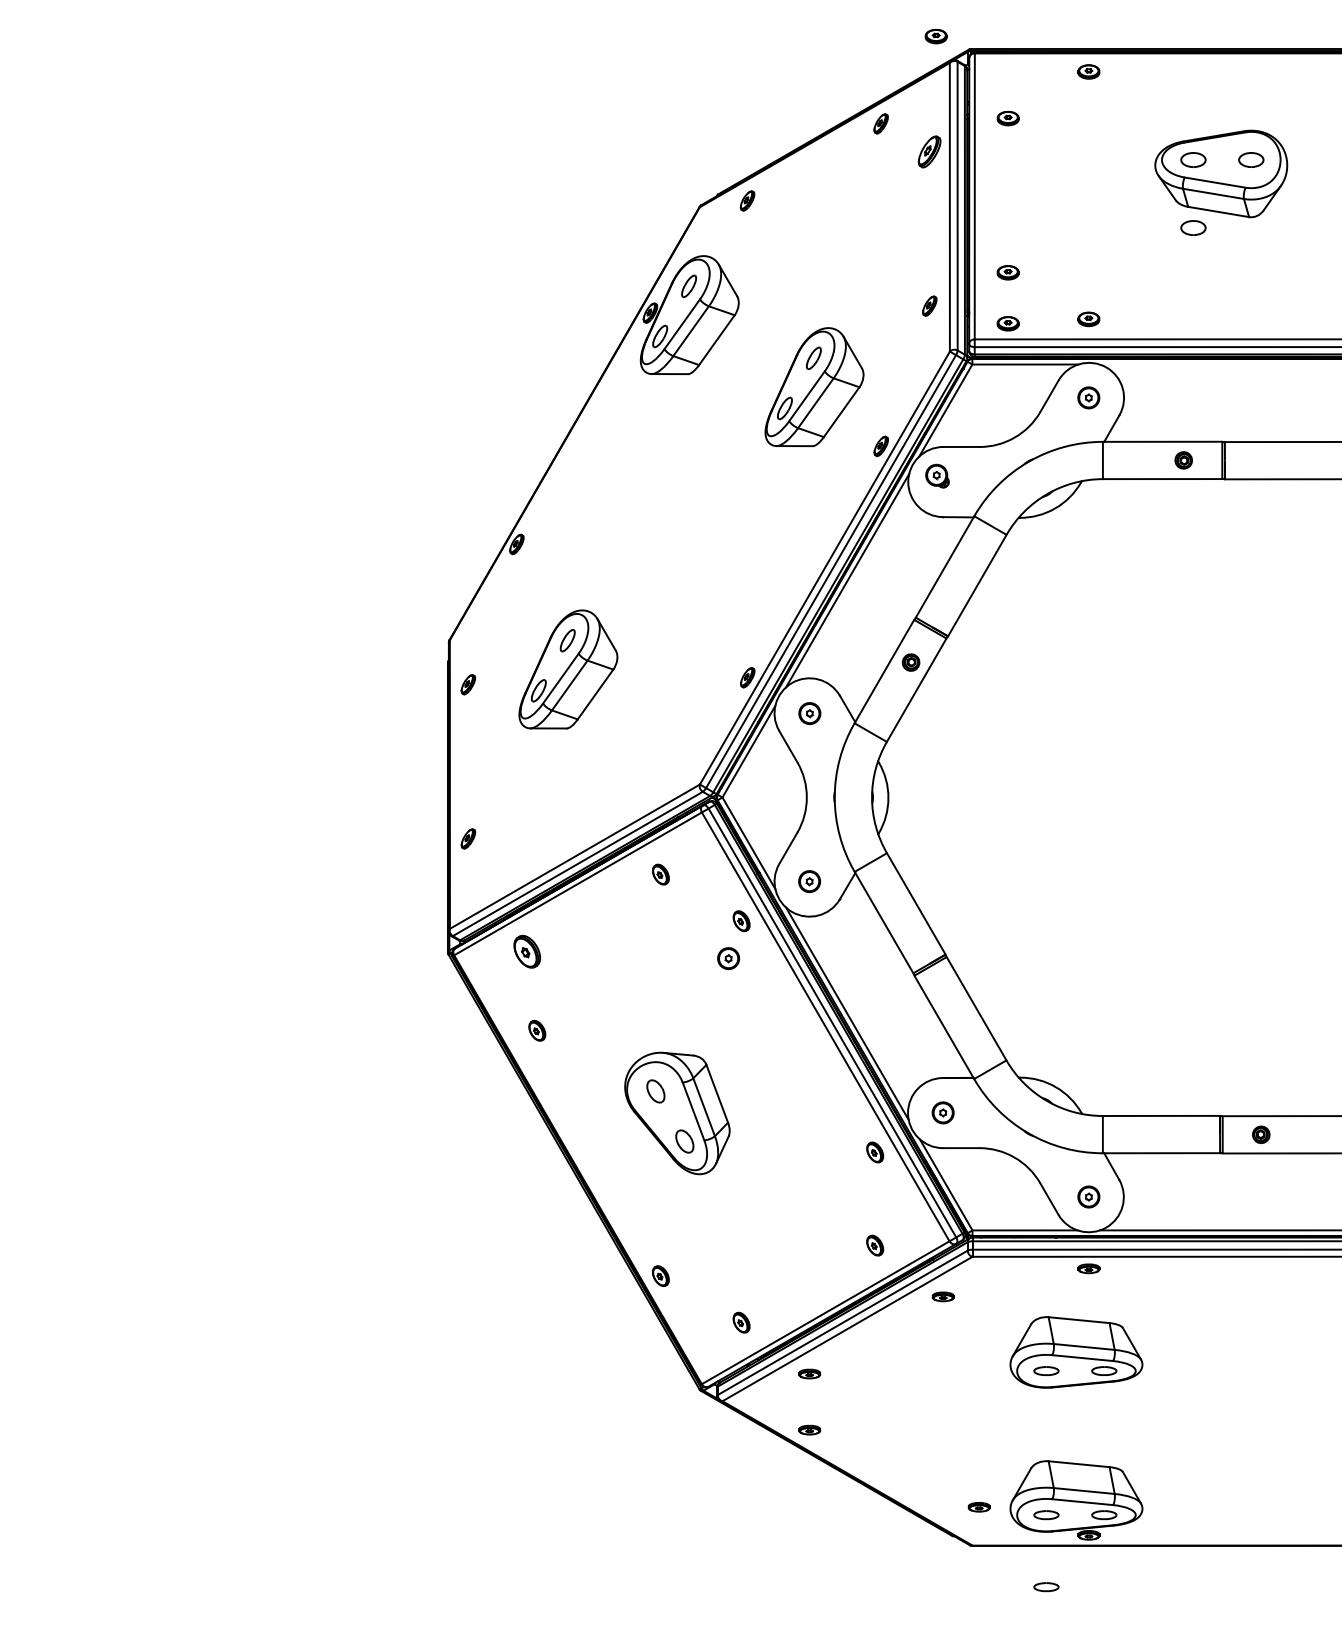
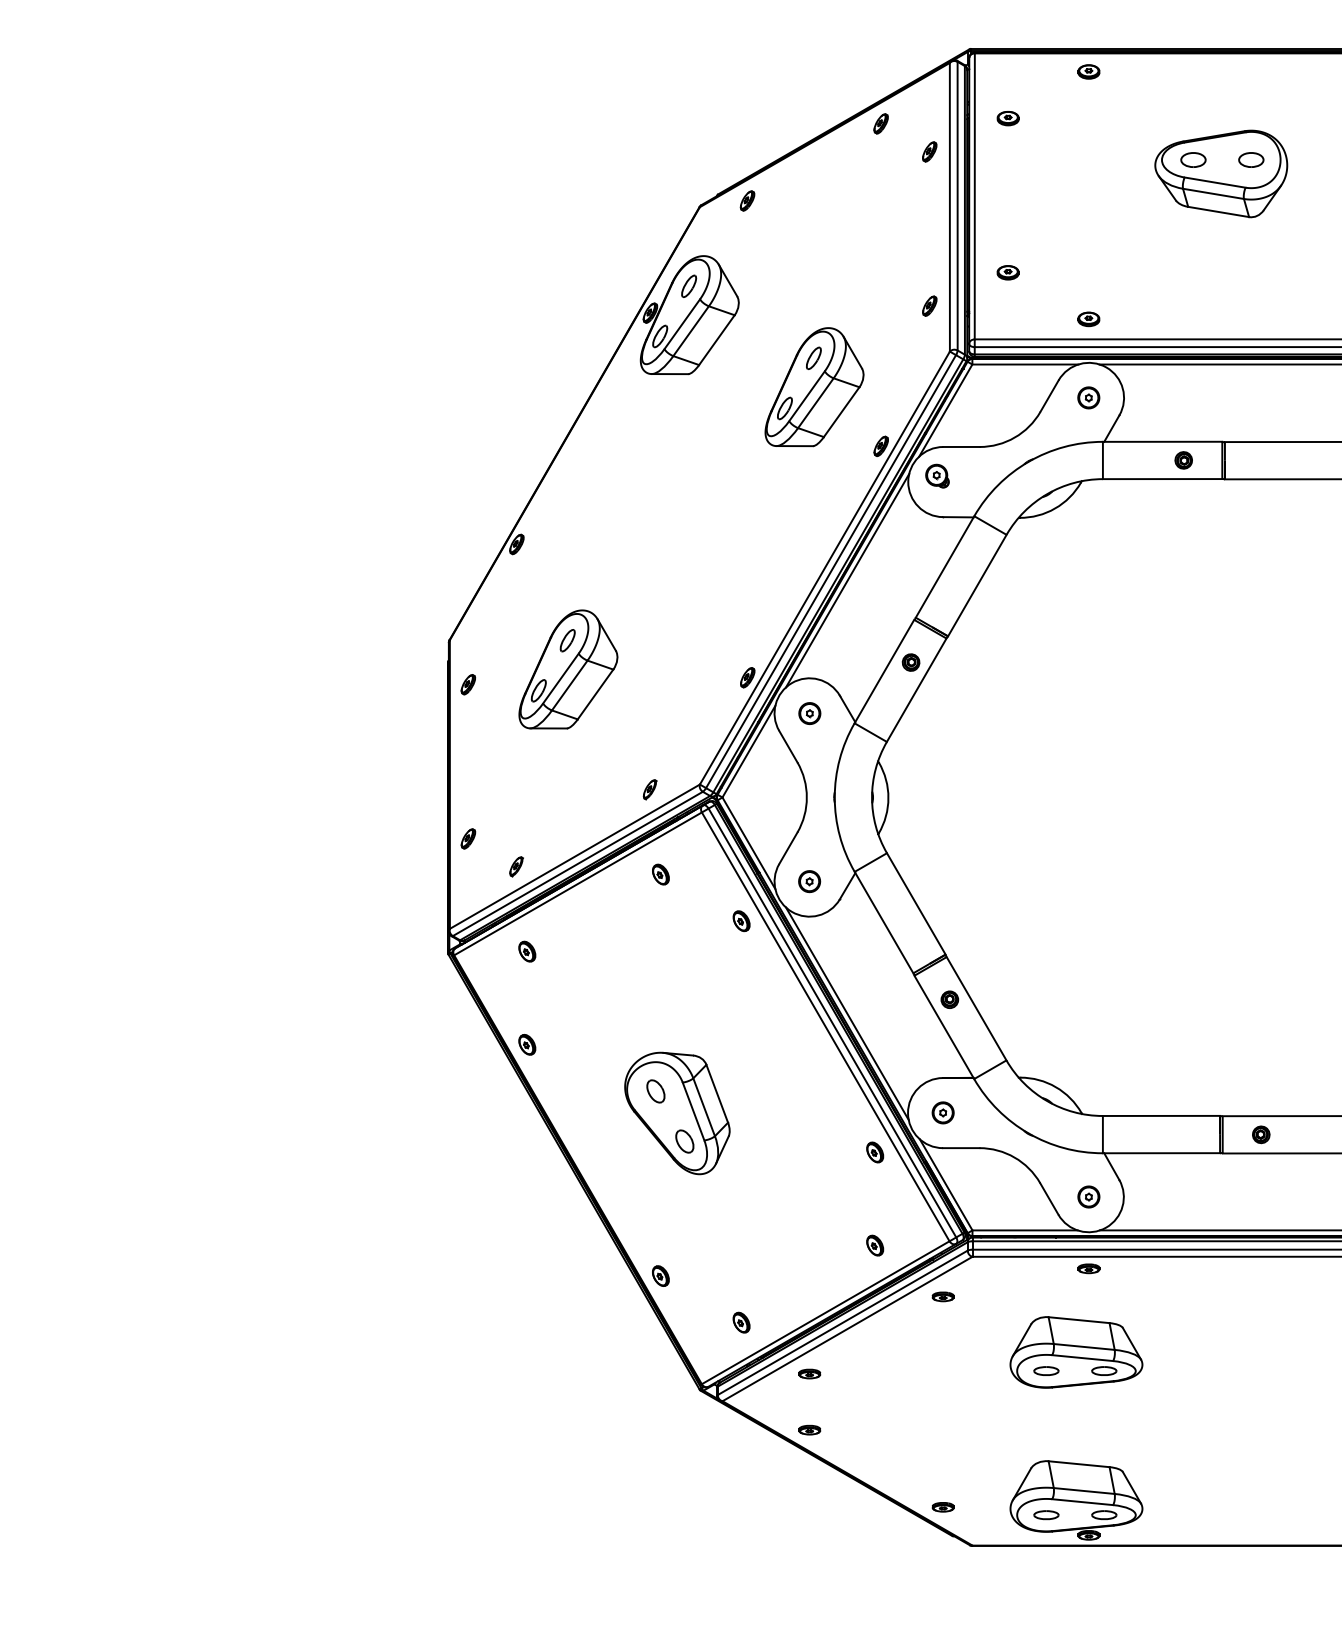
part at (935, 36): present -> none
part at (929, 151) size: 25x34 px -> 16x22 px
part at (1193, 227): present -> none
part at (1007, 323): present -> none
line at (1218, 364): none -> present
part at (649, 789): none -> present
part at (516, 866): none -> present
part at (526, 951) size: 28x35 px -> 19x23 px
part at (728, 958): present -> none
part at (949, 999): none -> present
part at (537, 1030) position: (537, 1030) -> (527, 1044)
part at (978, 1507) position: (978, 1507) -> (942, 1507)
part at (1046, 1587): present -> none
